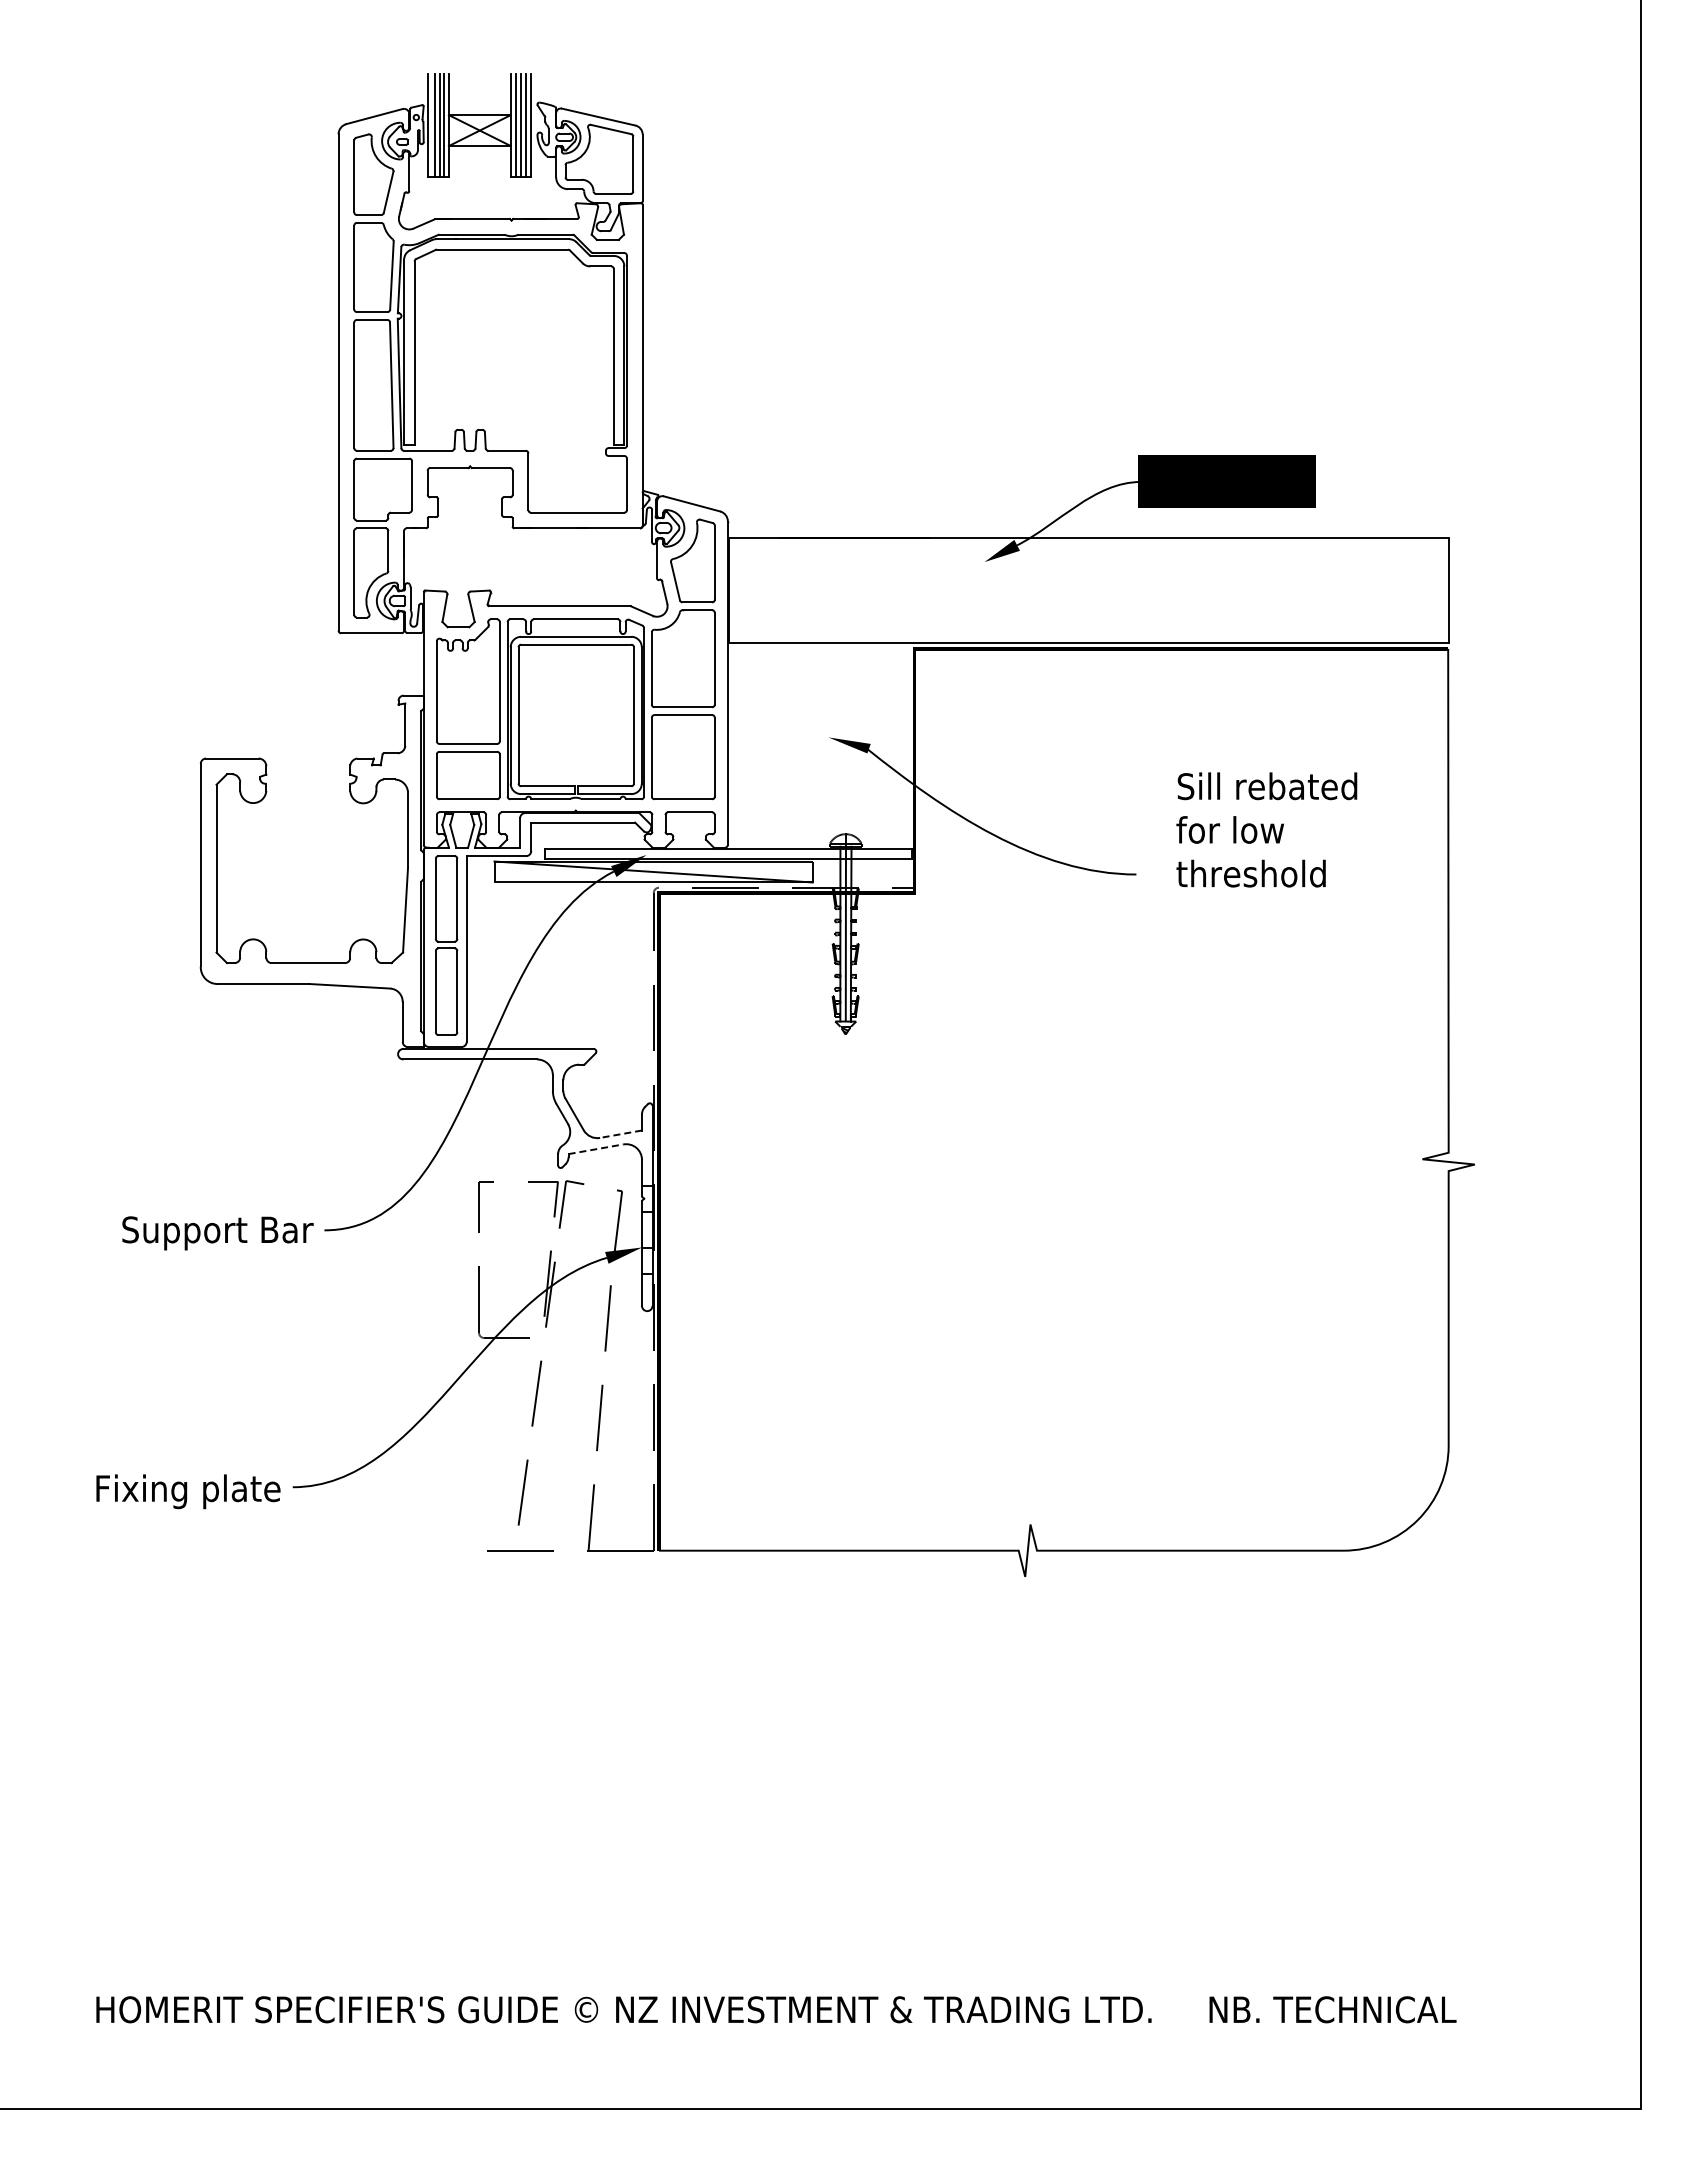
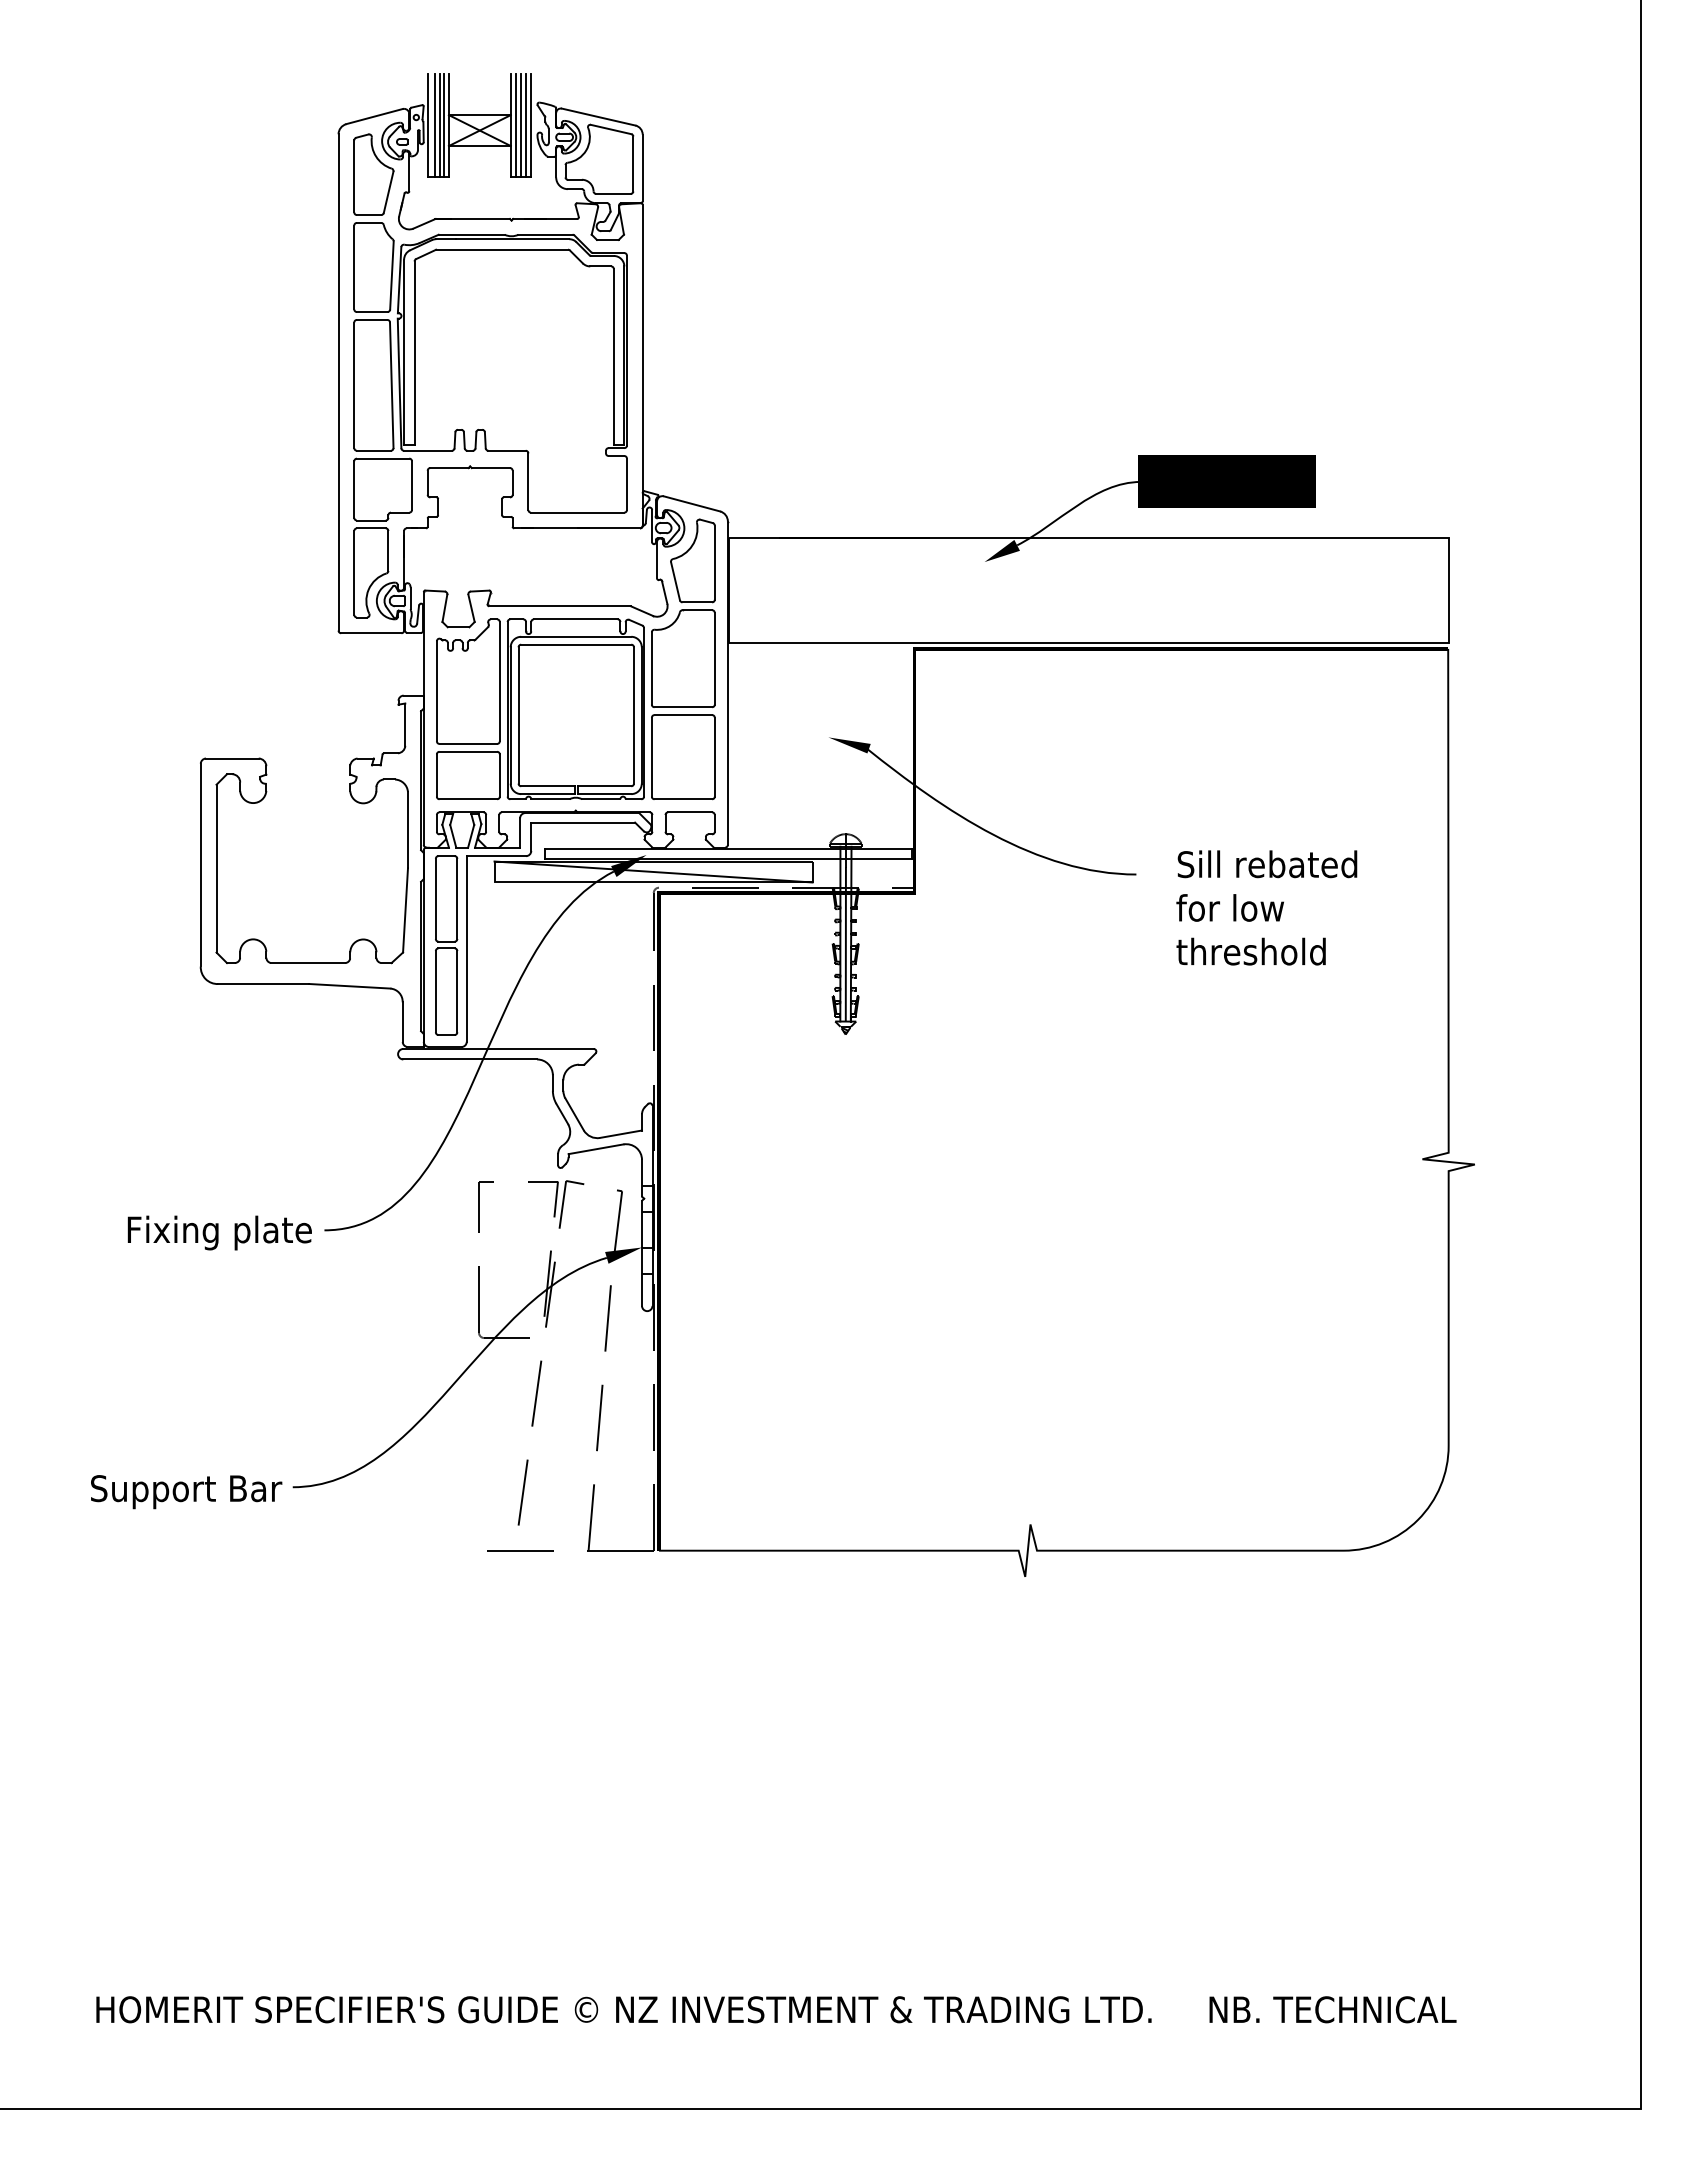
text at (1266, 829) position: (1266, 829) -> (1266, 907)
line at (620, 1134): dashed -> solid
line at (596, 1149): dashed -> solid
text at (217, 1232): Support Bar -> Fixing plate
text at (186, 1491): Fixing plate -> Support Bar
